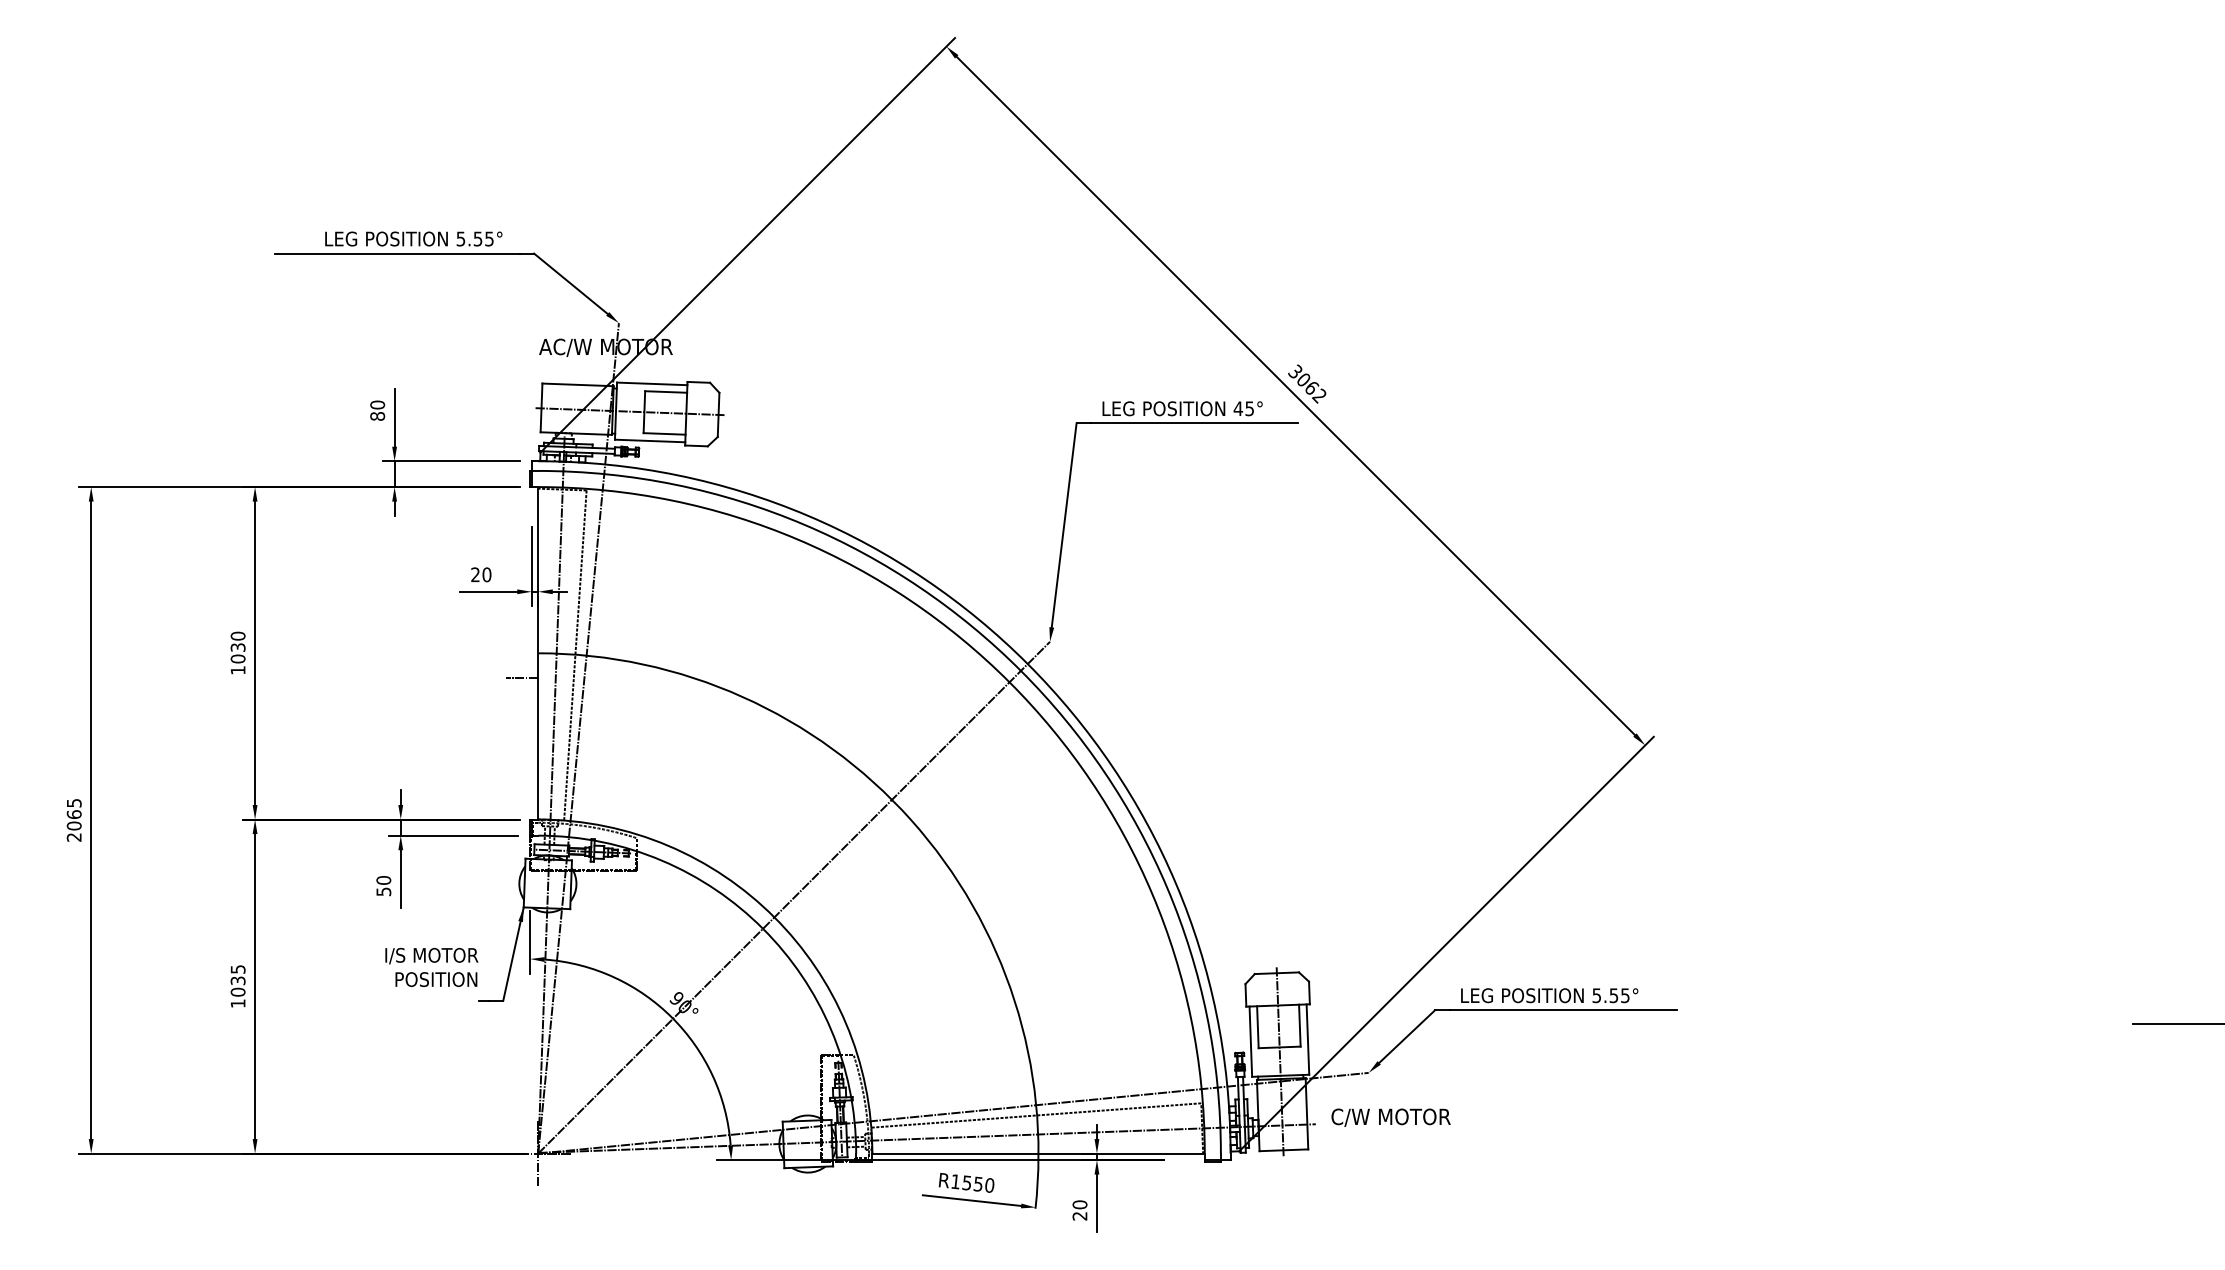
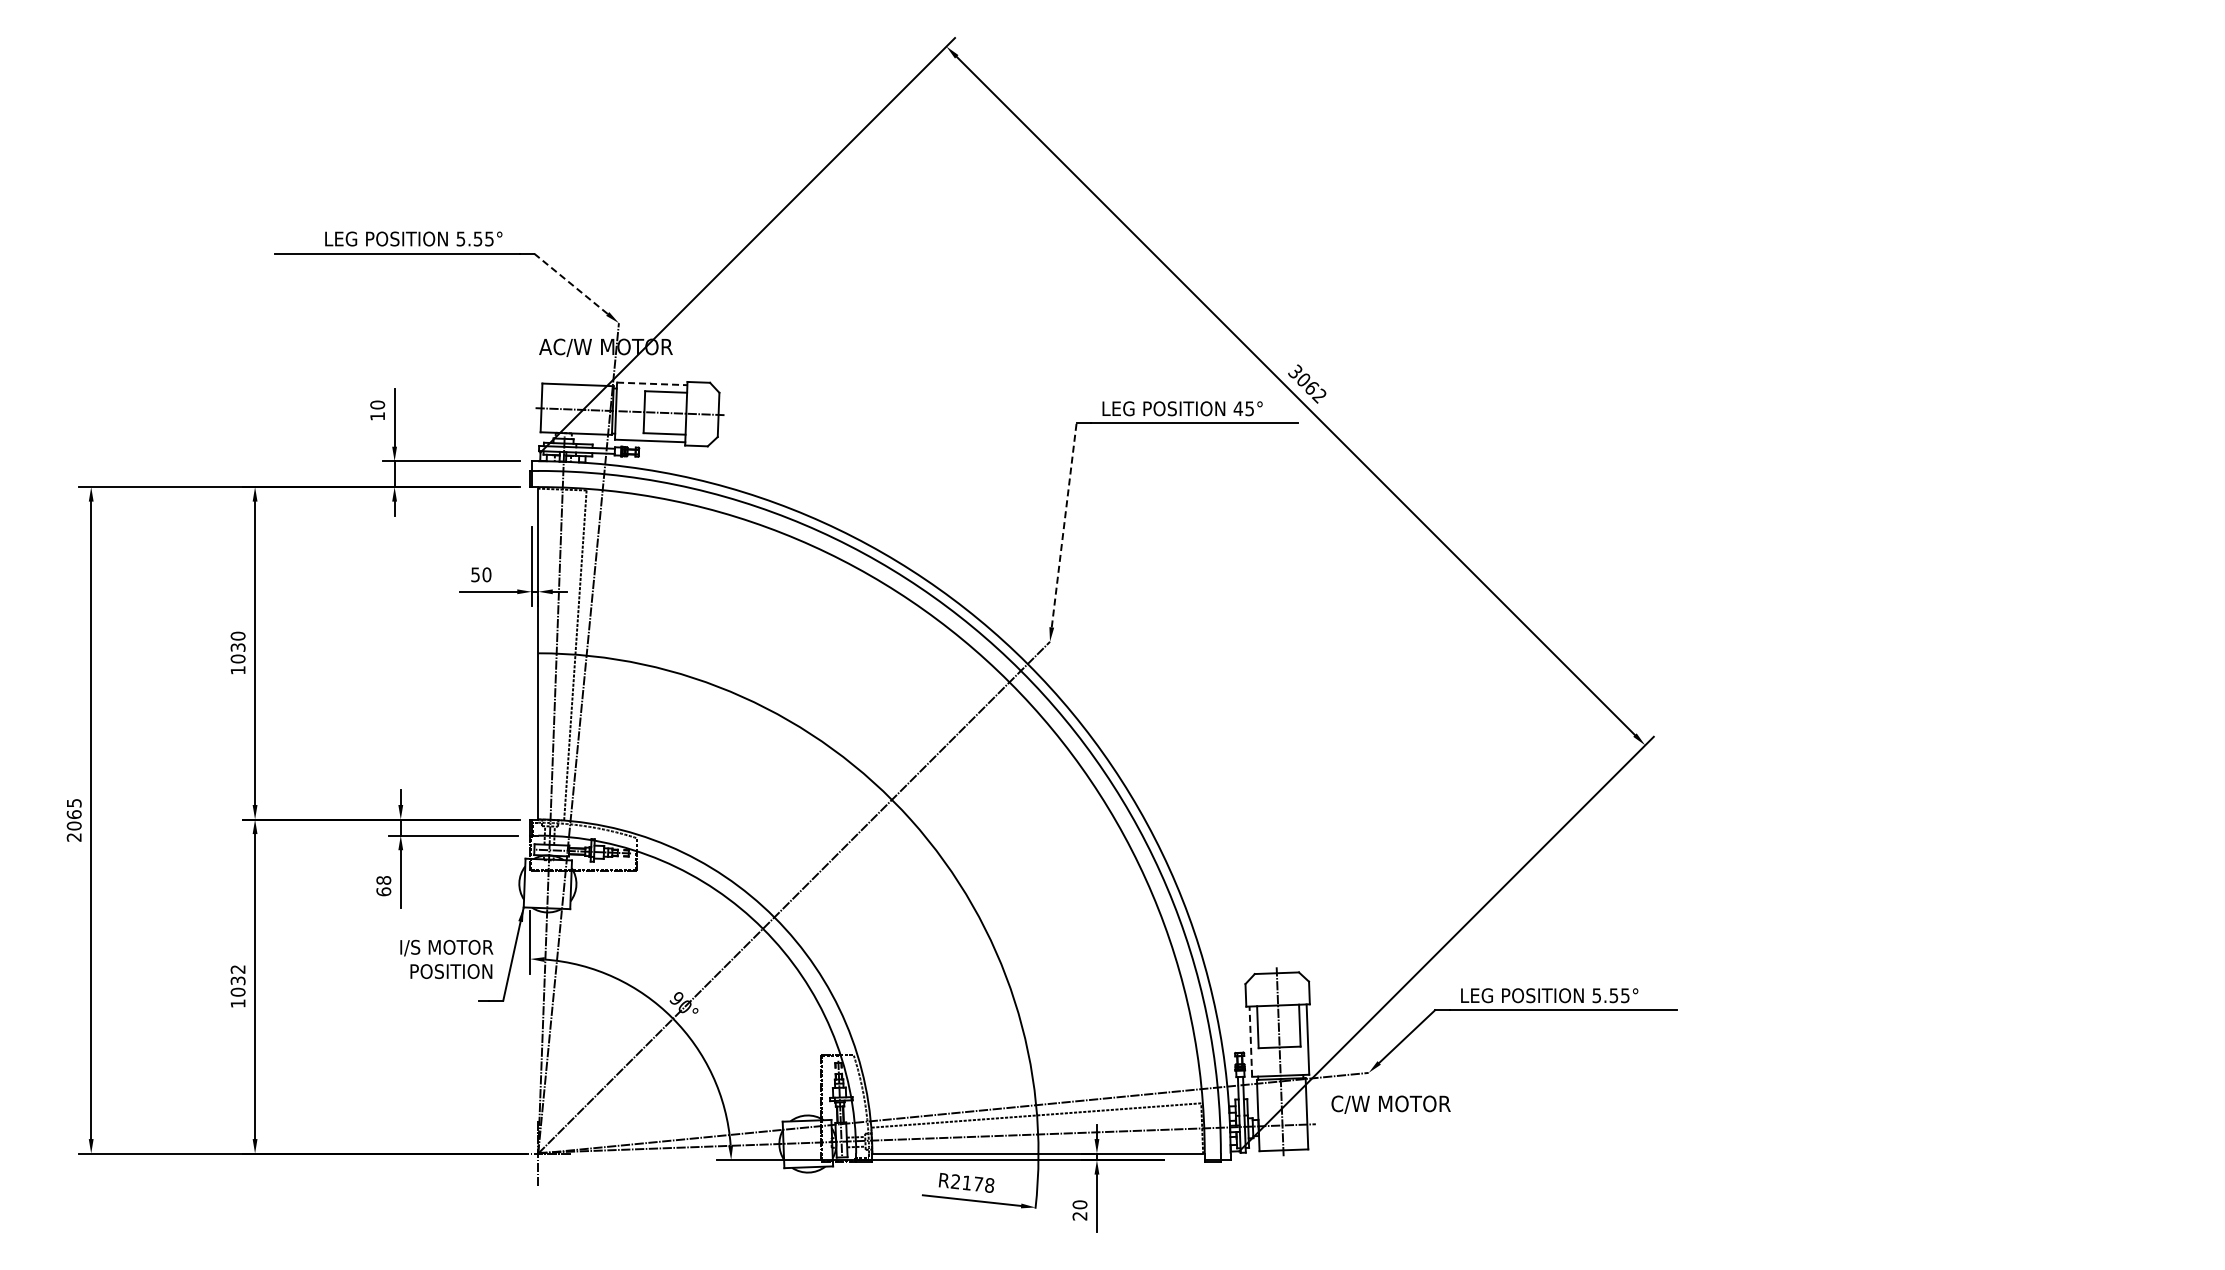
line at (570, 283): solid -> dashed
line at (652, 383): solid -> dashed
text at (377, 416): 80 -> 10
line at (1064, 525): solid -> dashed
text at (475, 574): 20 -> 50
line at (521, 678): present -> none
text at (383, 886): 50 -> 68
text at (431, 966) position: (431, 966) -> (446, 958)
text at (237, 969): 1035 -> 1032
line at (2176, 1024): present -> none
line at (1250, 1041): solid -> dashed
text at (1390, 1117) position: (1390, 1117) -> (1390, 1104)
text at (972, 1183): R1550 -> R2178
